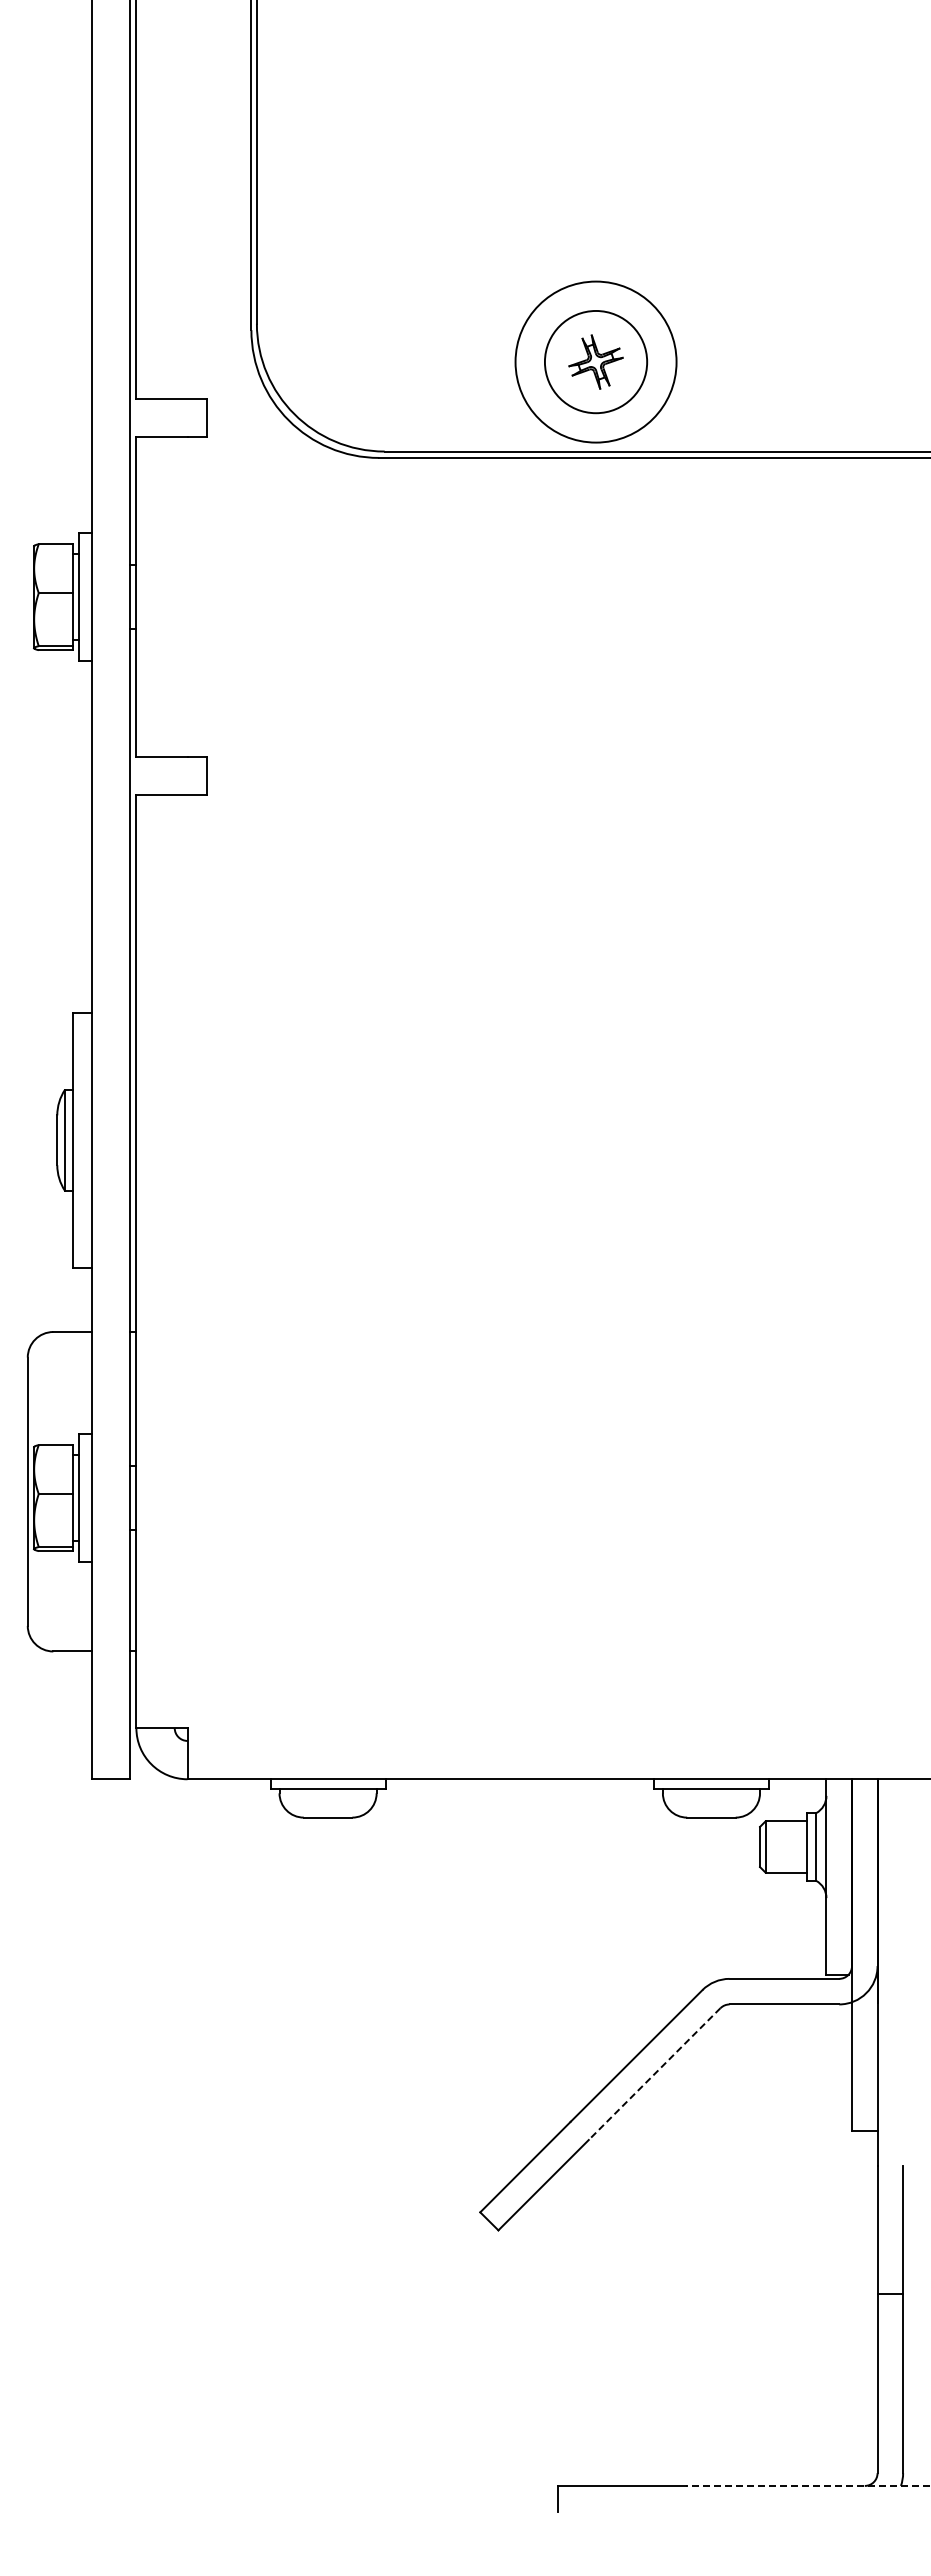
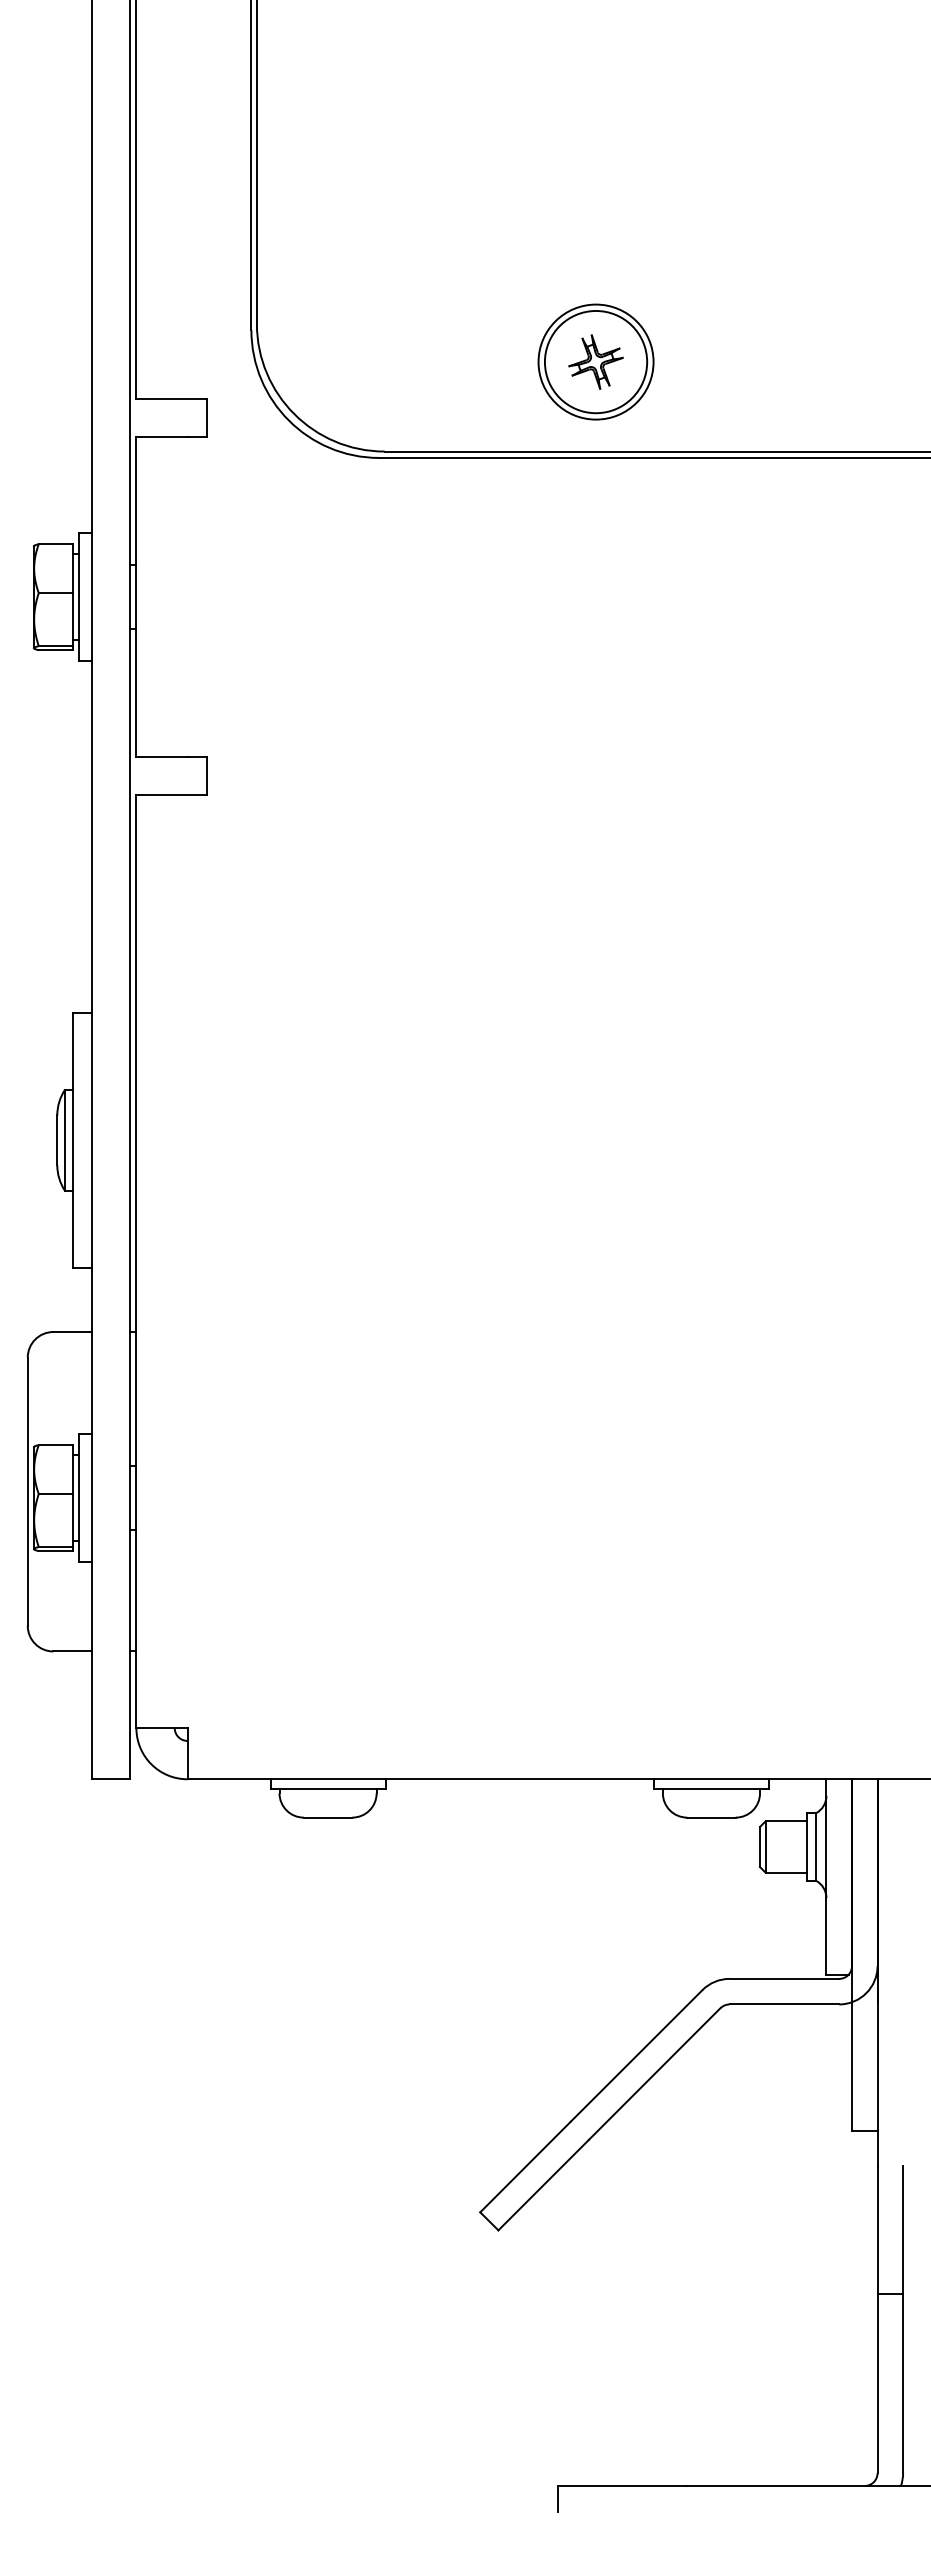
circle at (595, 361) diameter: 161 px -> 115 px
line at (654, 2074): dashed -> solid
line at (807, 2485): dashed -> solid
